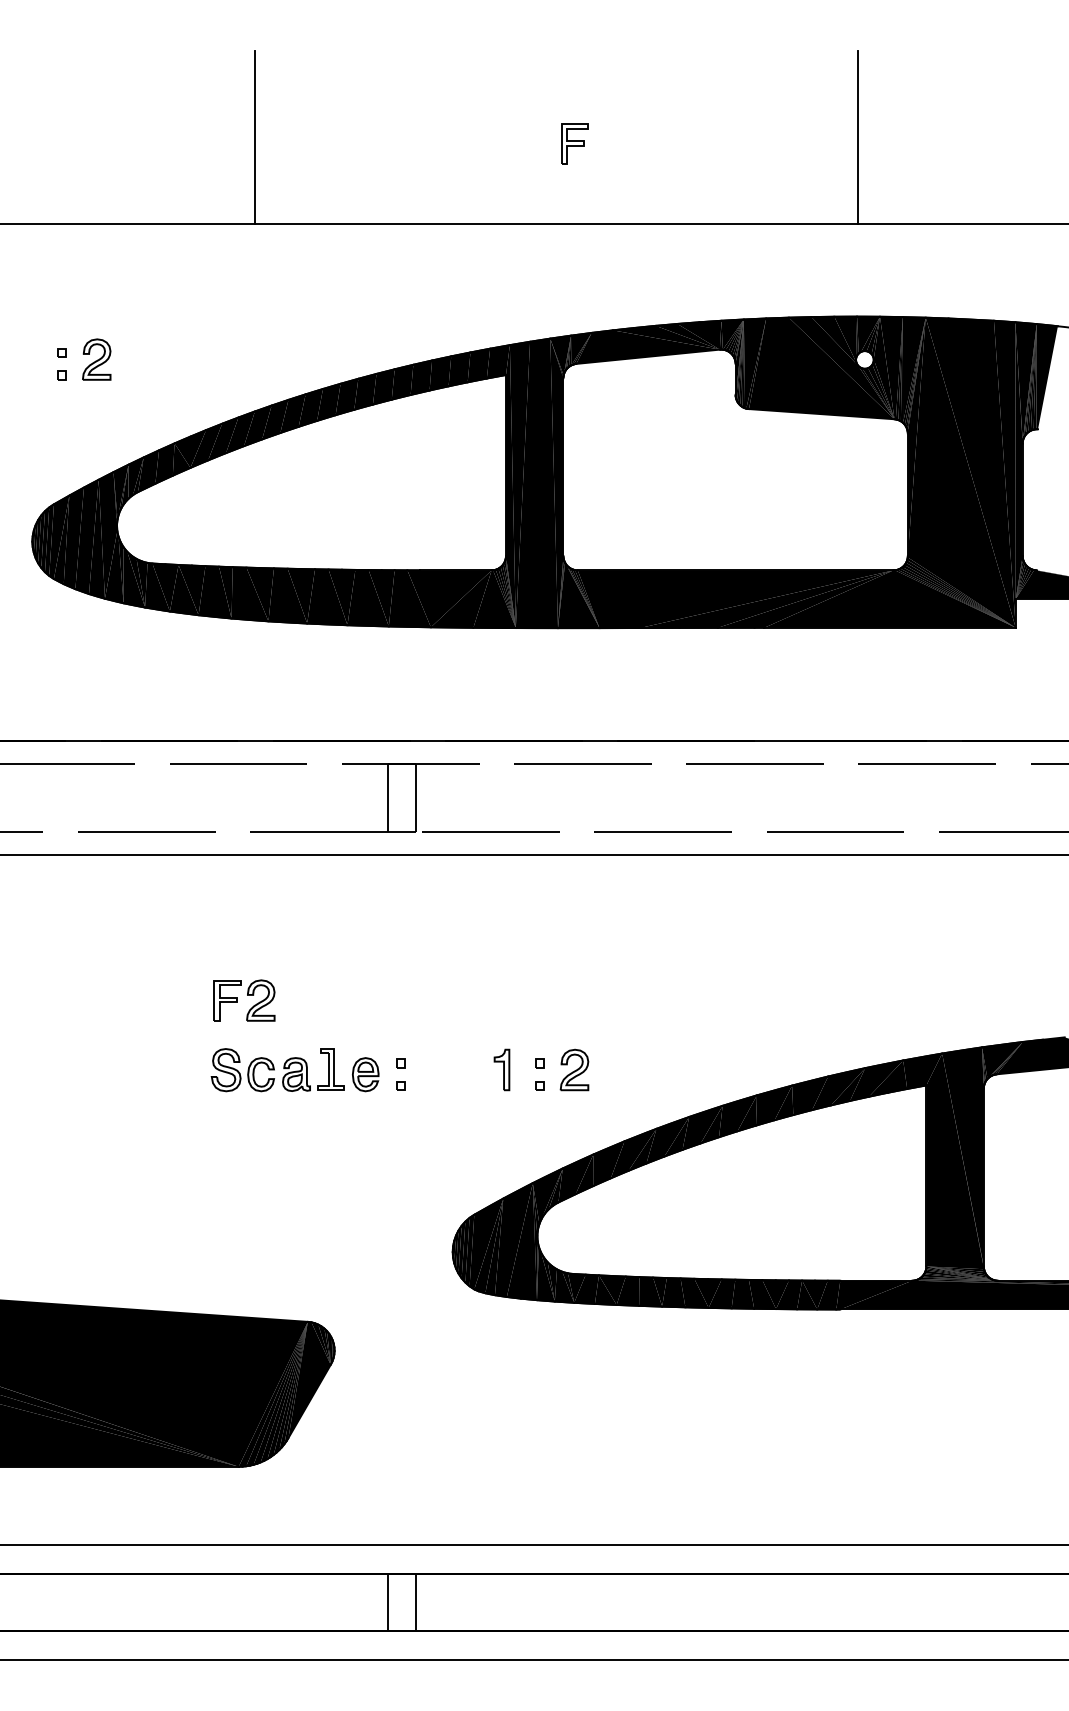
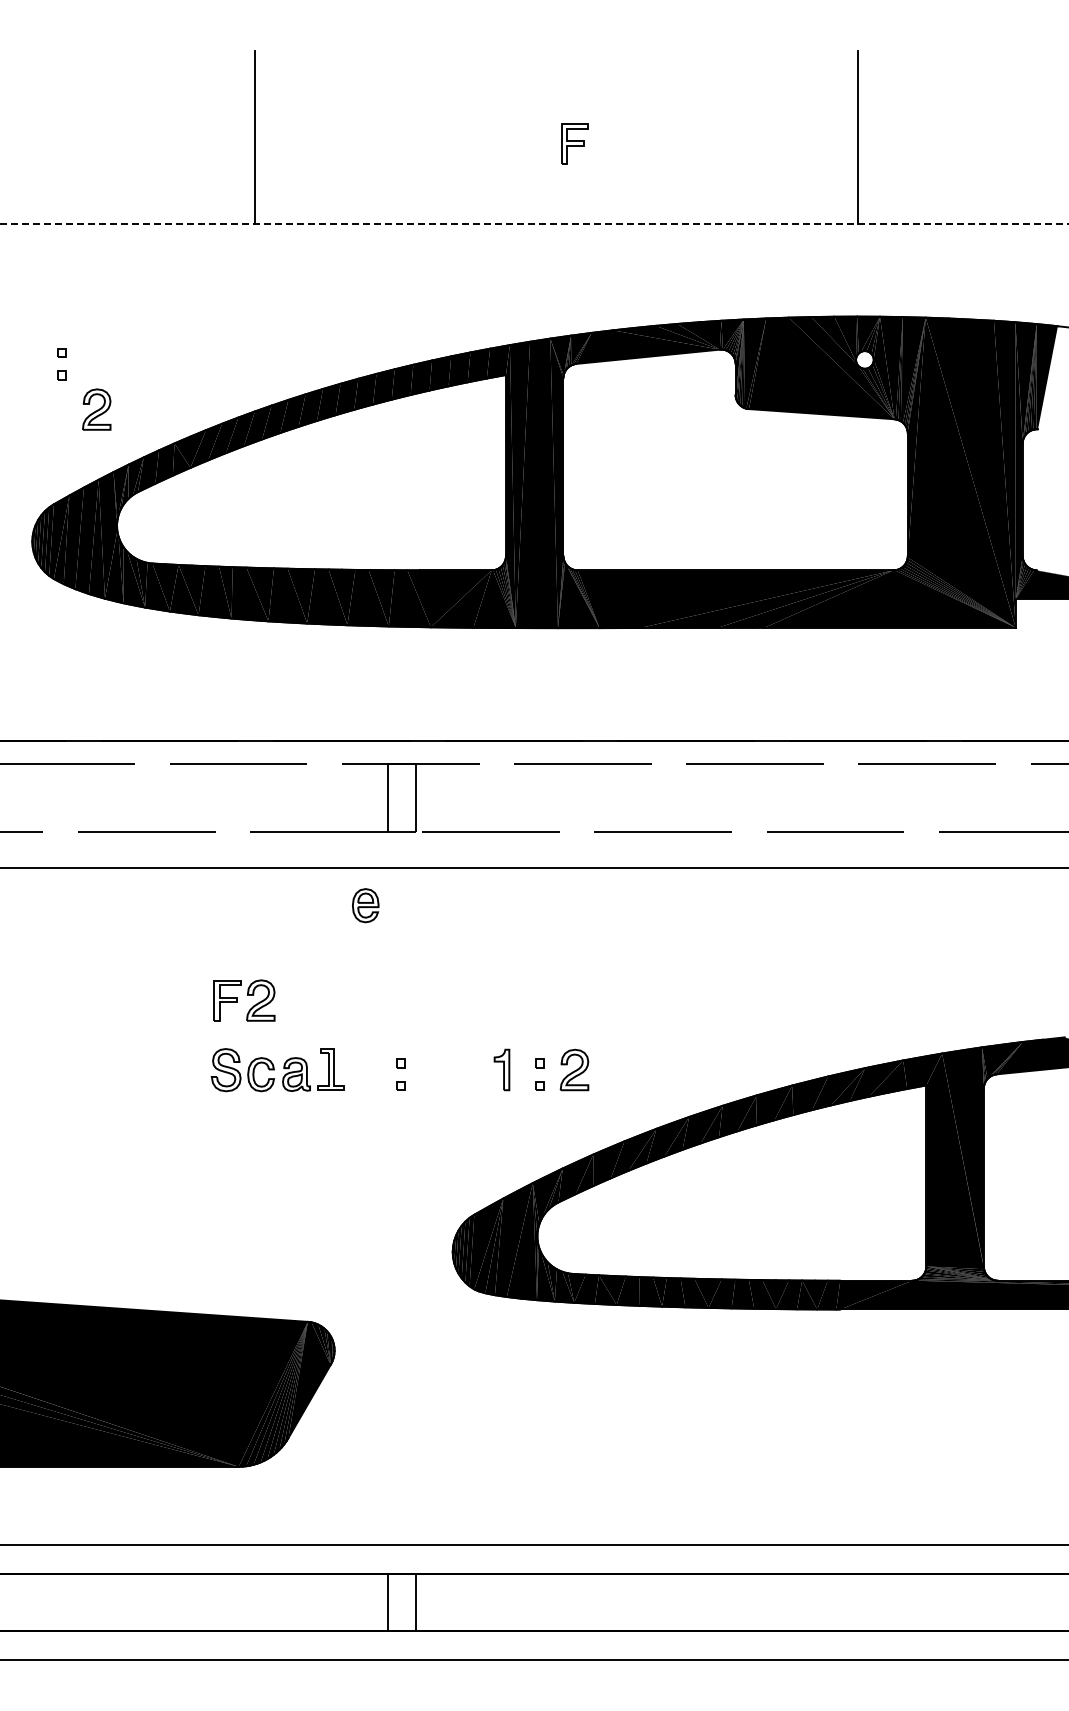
line at (533, 223): solid -> dashed
part at (96, 359) position: (96, 359) -> (96, 409)
line at (533, 855) position: (533, 855) -> (533, 868)
part at (365, 1074) position: (365, 1074) -> (365, 905)
